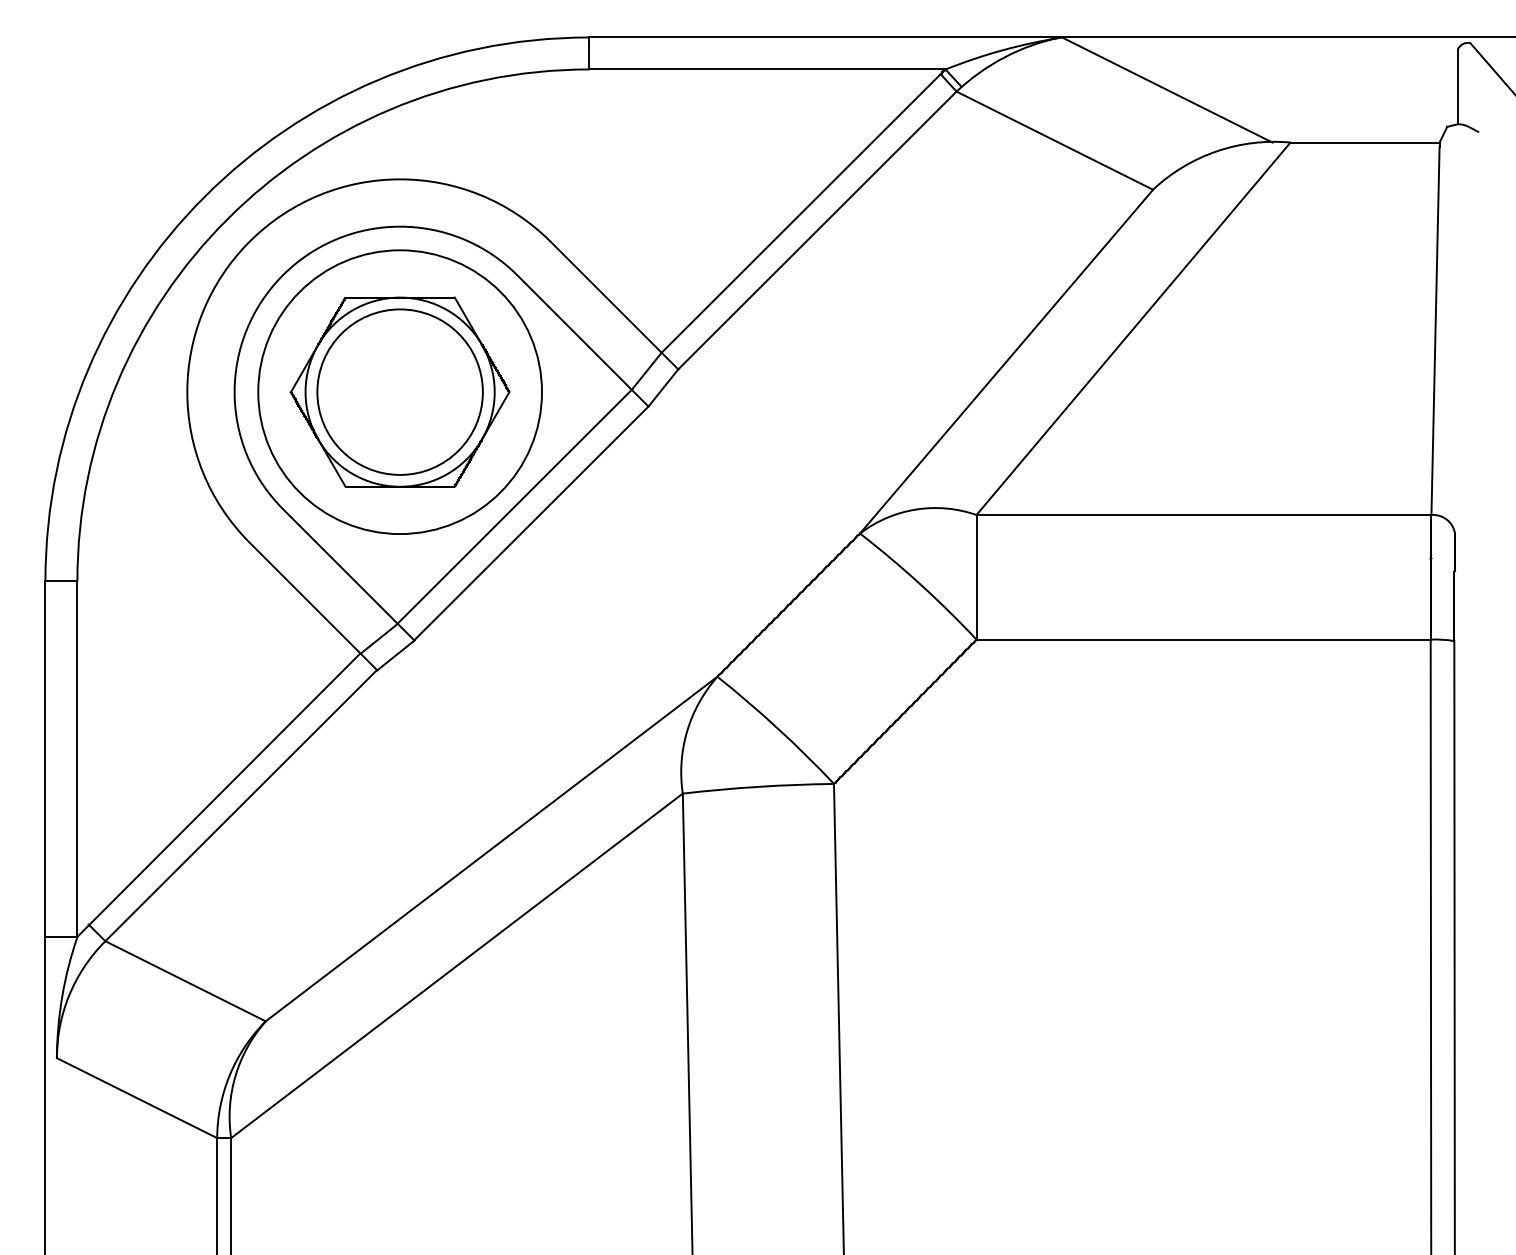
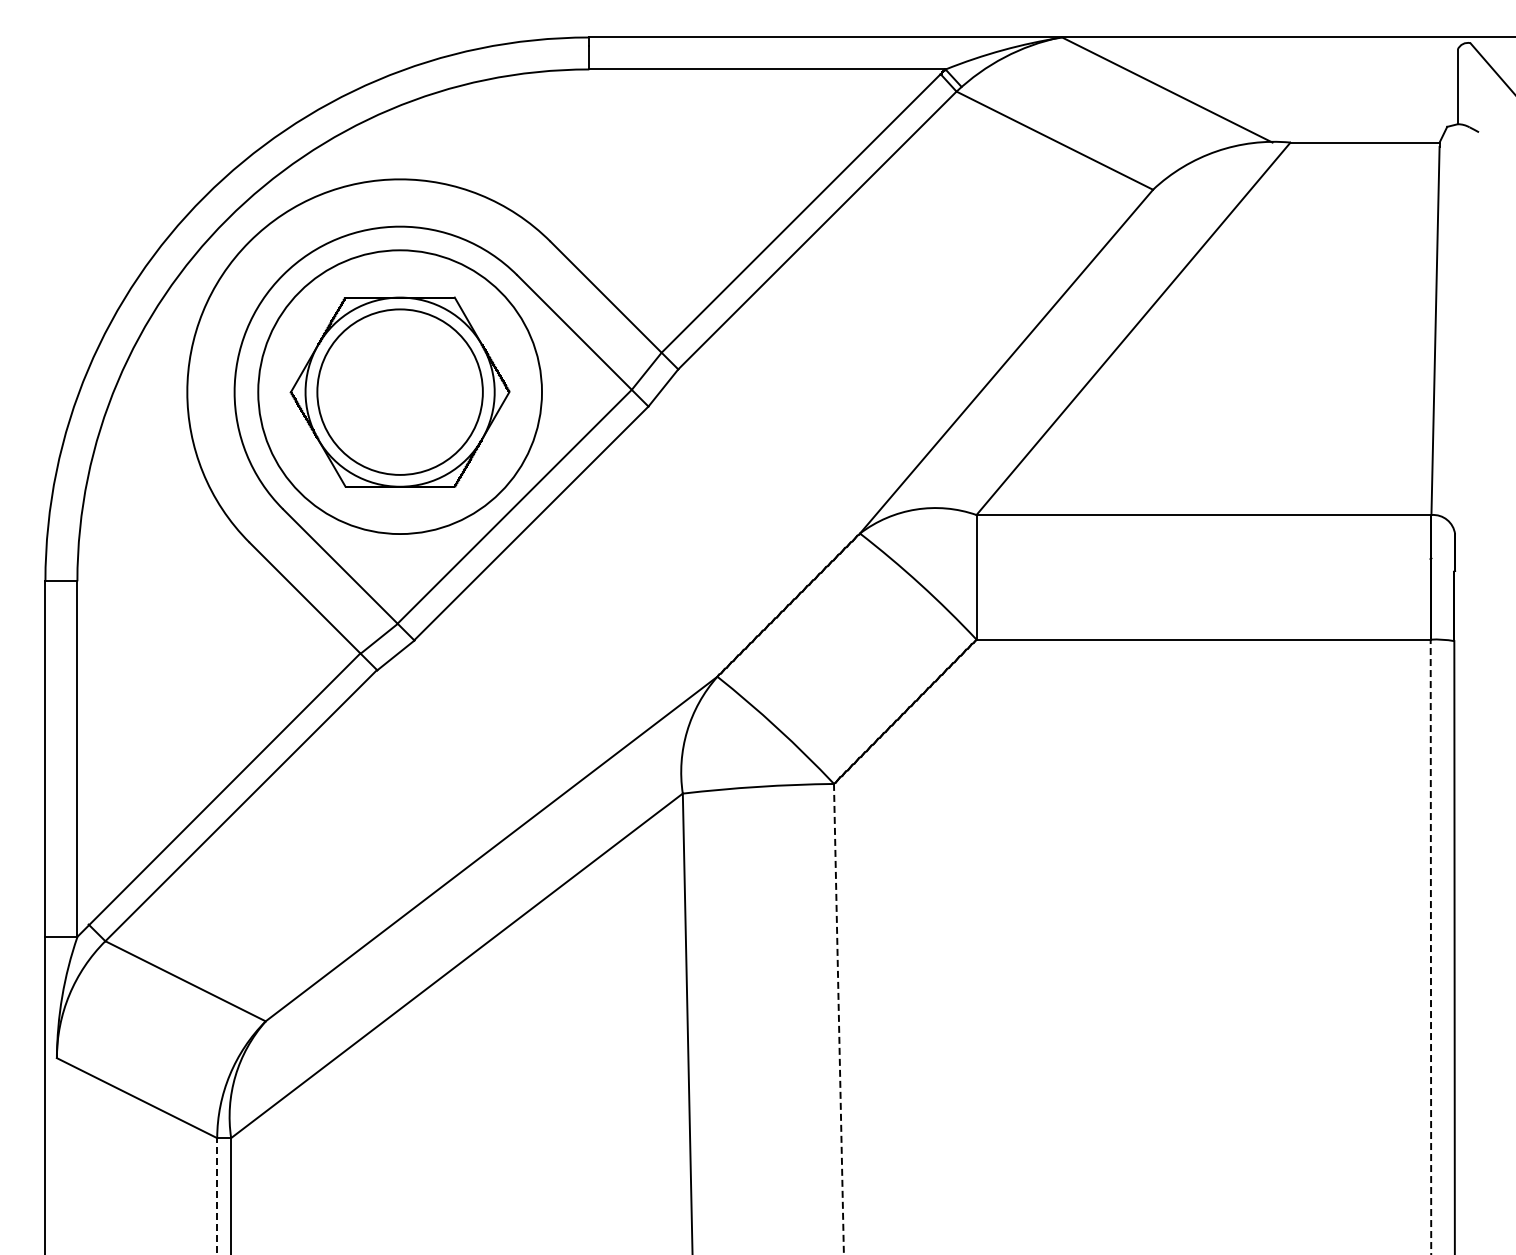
line at (1430, 946): solid -> dashed
line at (838, 1019): solid -> dashed
line at (217, 1196): solid -> dashed
